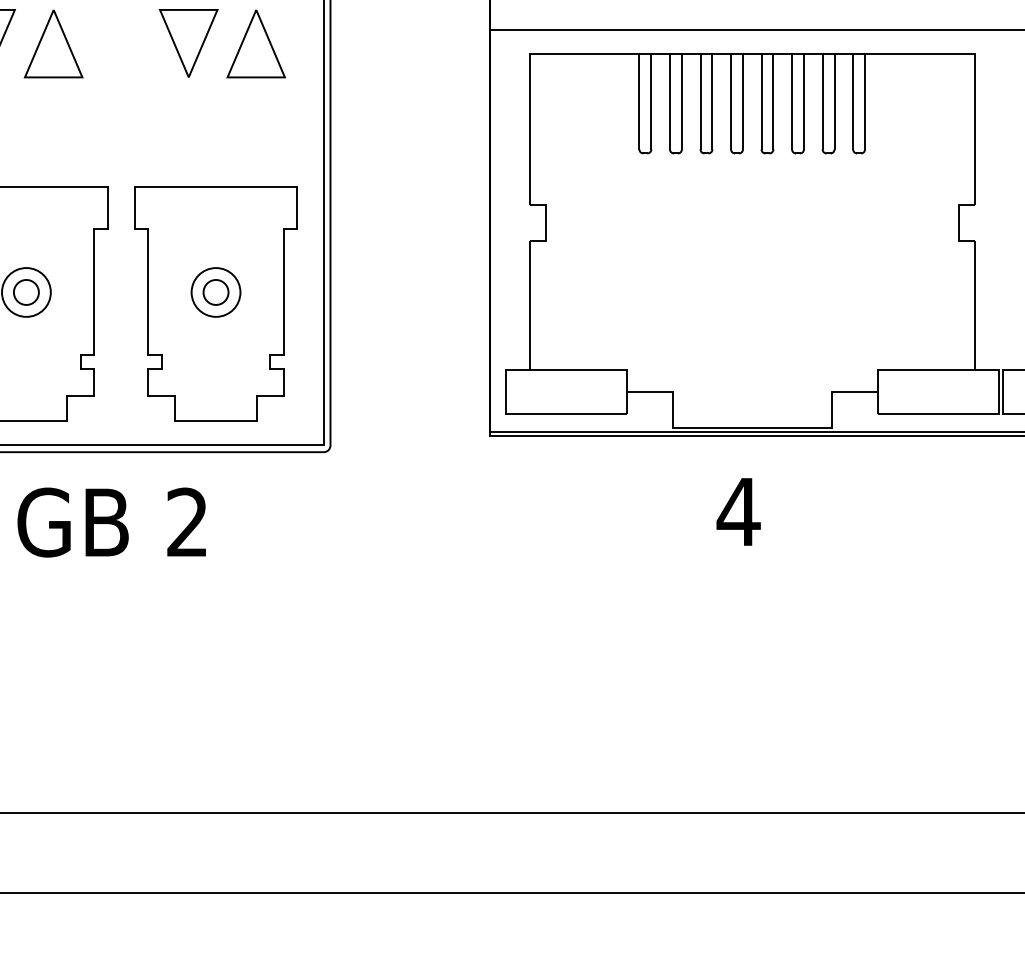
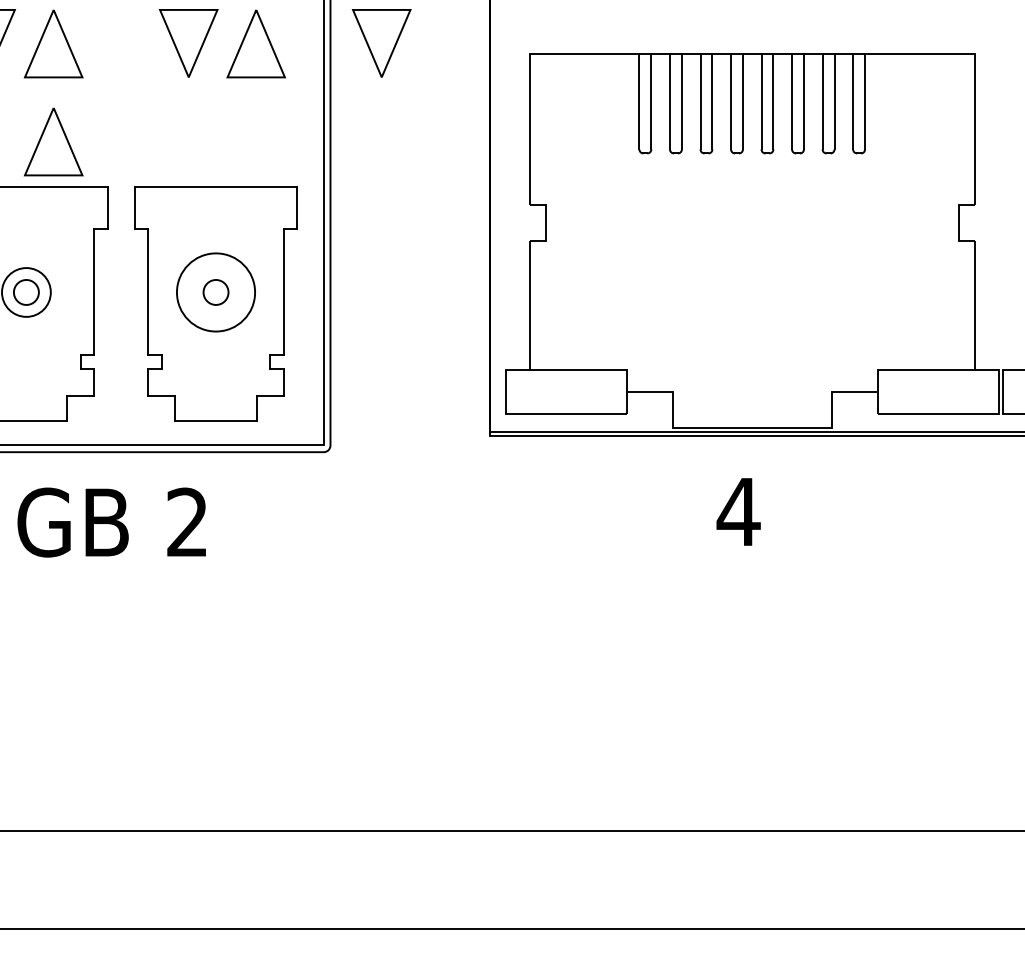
line at (755, 30): present -> none
part at (381, 43): none -> present
part at (53, 141): none -> present
circle at (215, 292) diameter: 49 px -> 78 px
line at (511, 812) position: (511, 812) -> (511, 830)
line at (511, 892) position: (511, 892) -> (511, 928)
